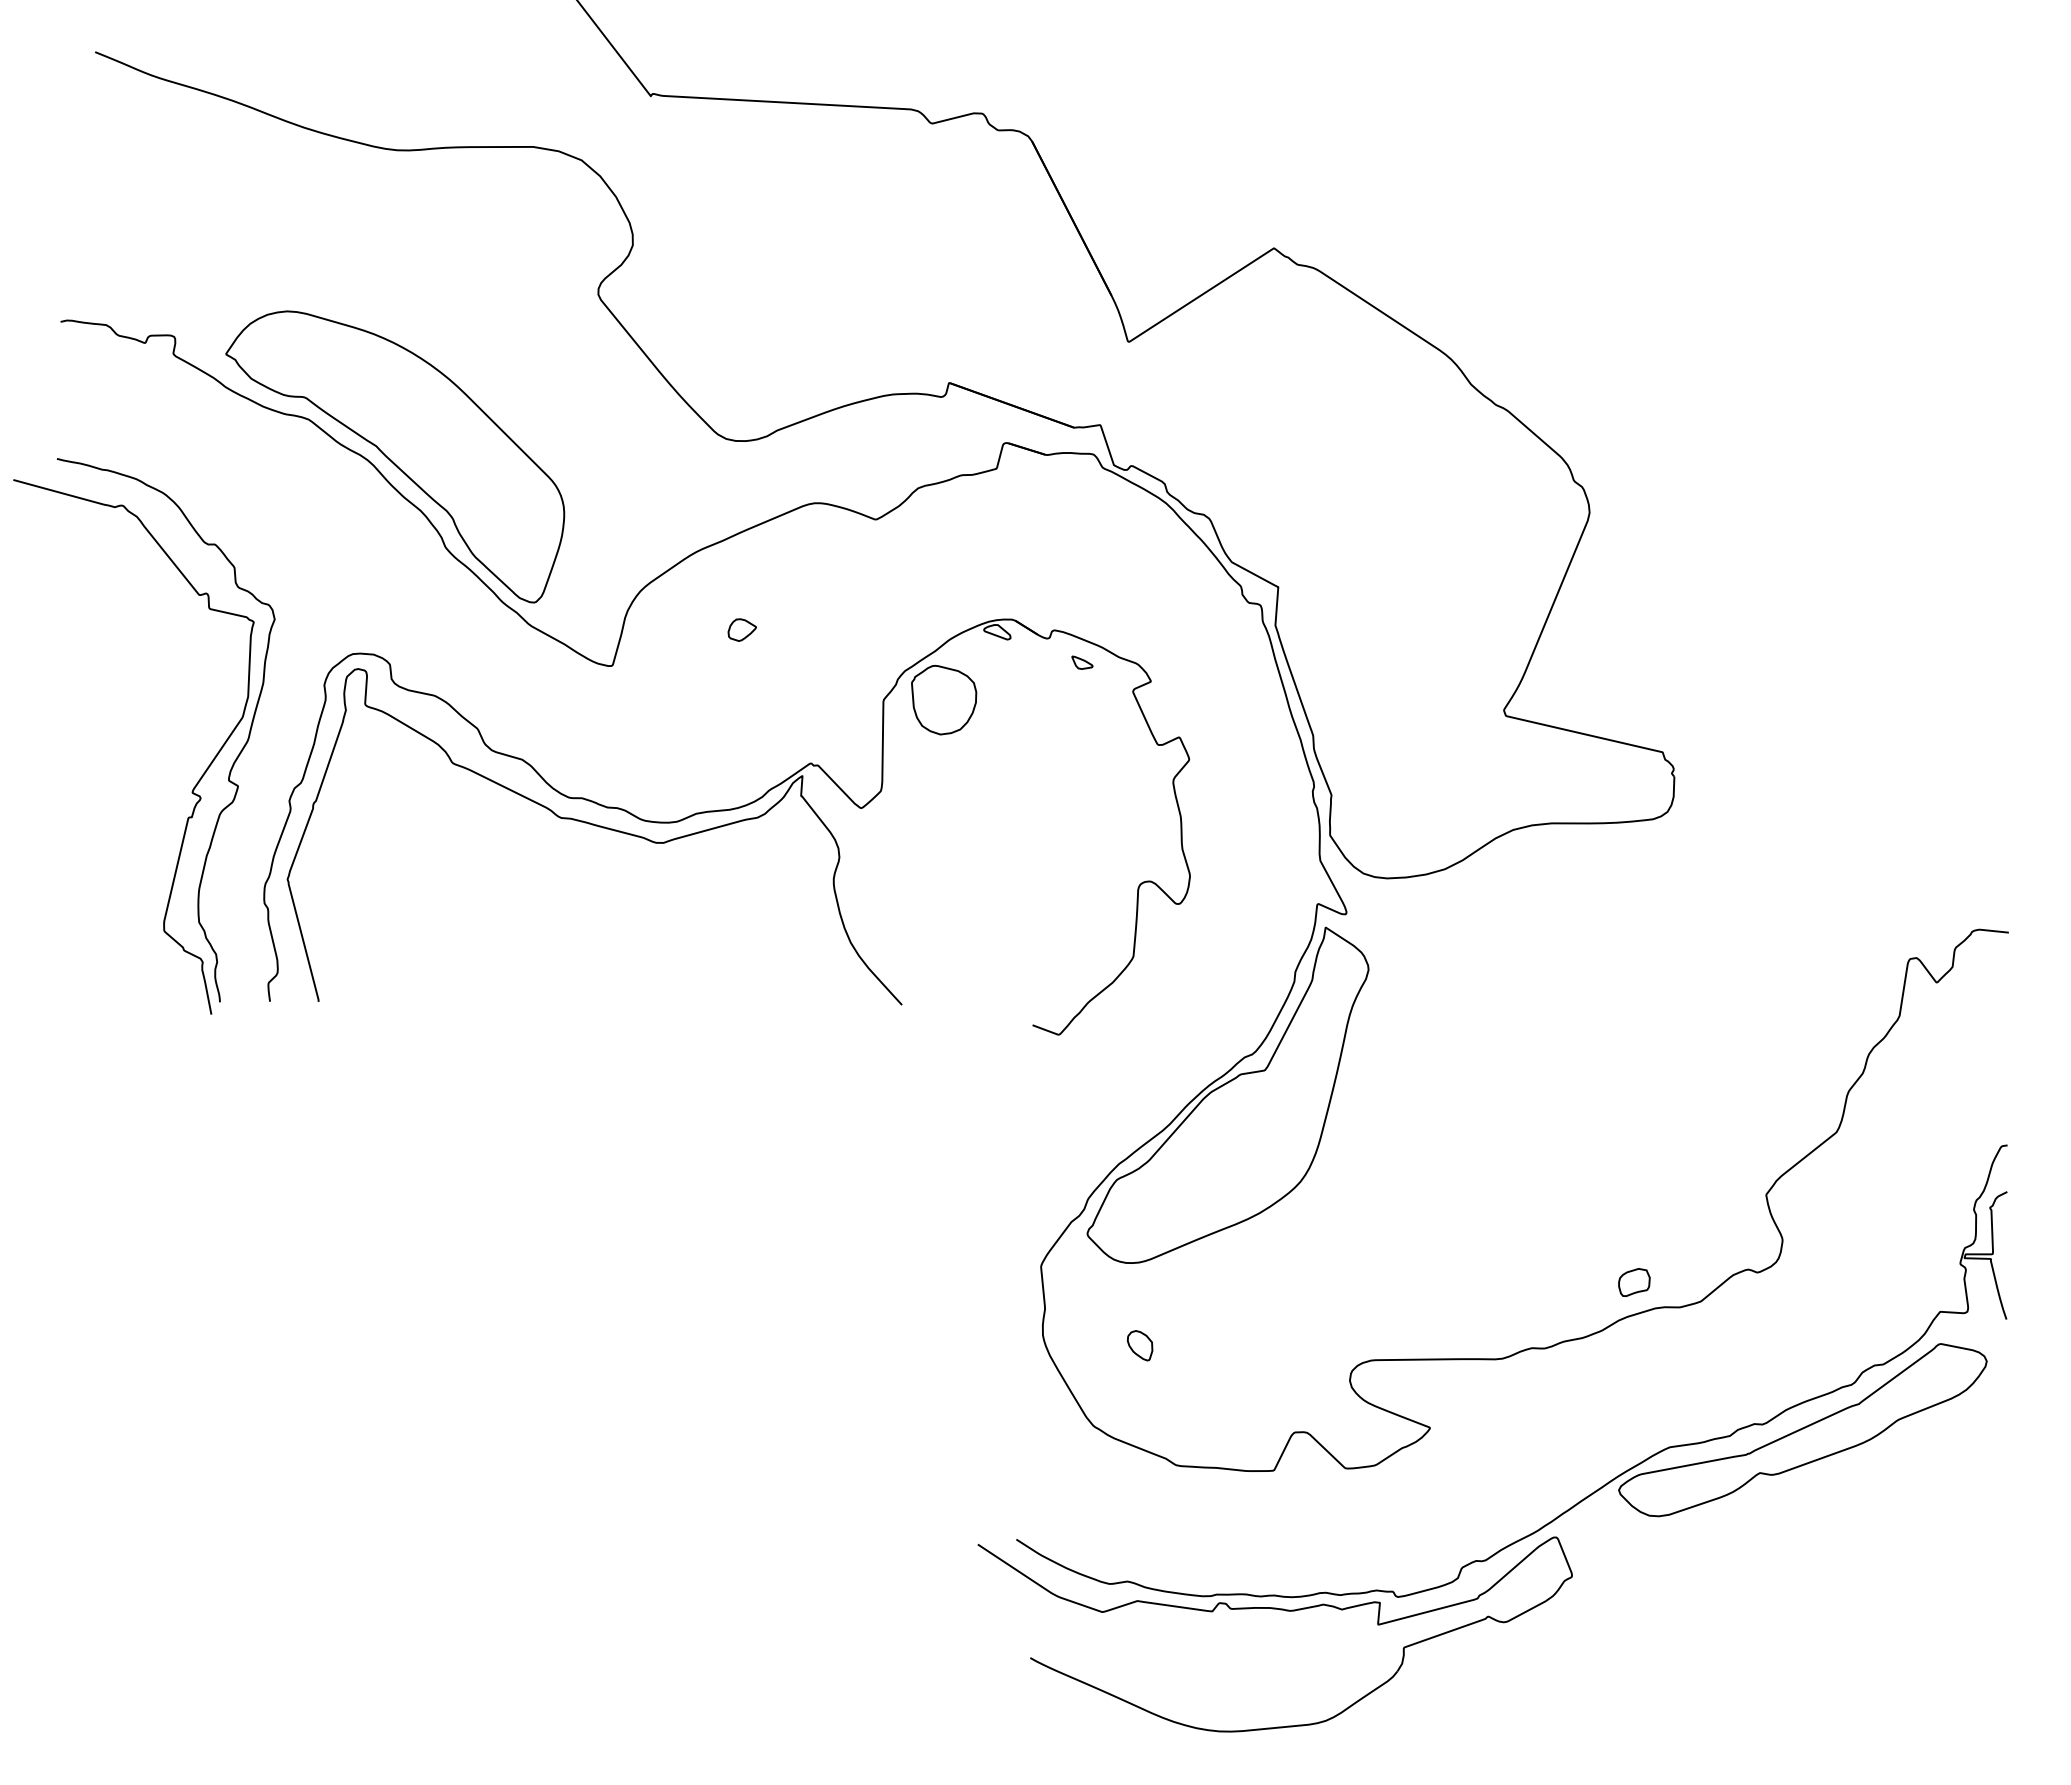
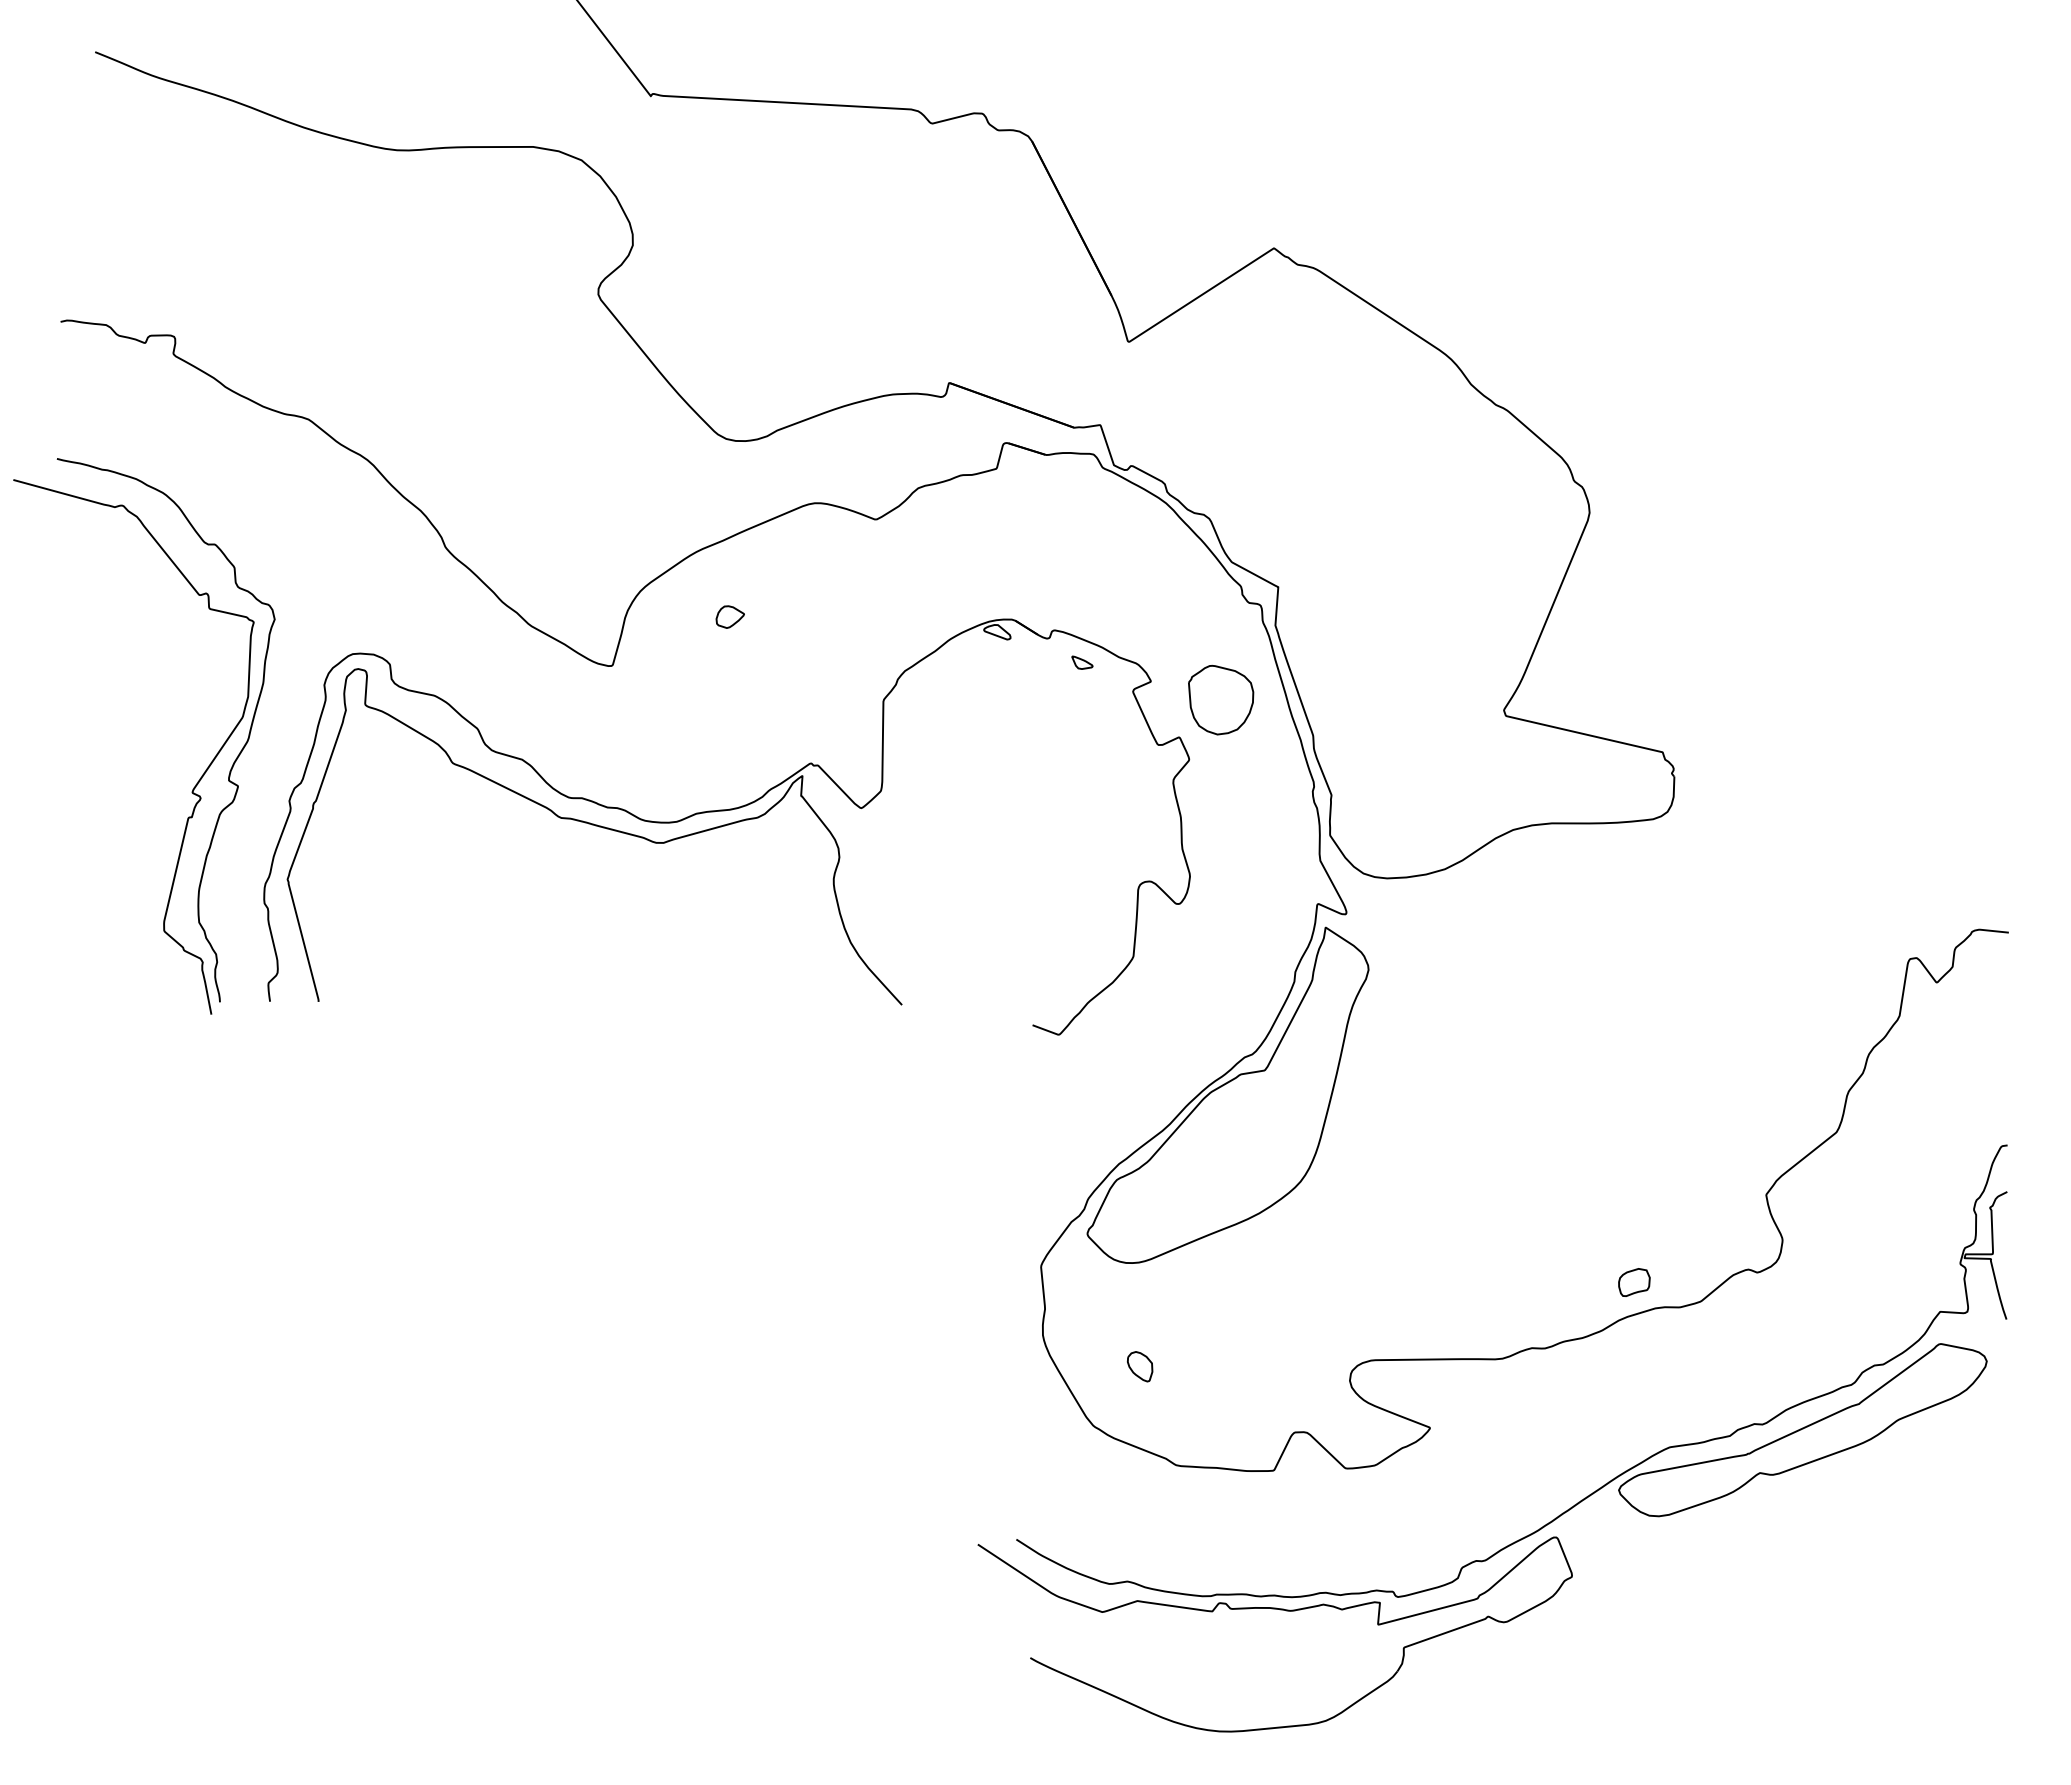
part at (395, 456): present -> none
part at (741, 629) position: (741, 629) -> (729, 616)
part at (944, 700) position: (944, 700) -> (1221, 700)
part at (1140, 1345) position: (1140, 1345) -> (1140, 1366)
